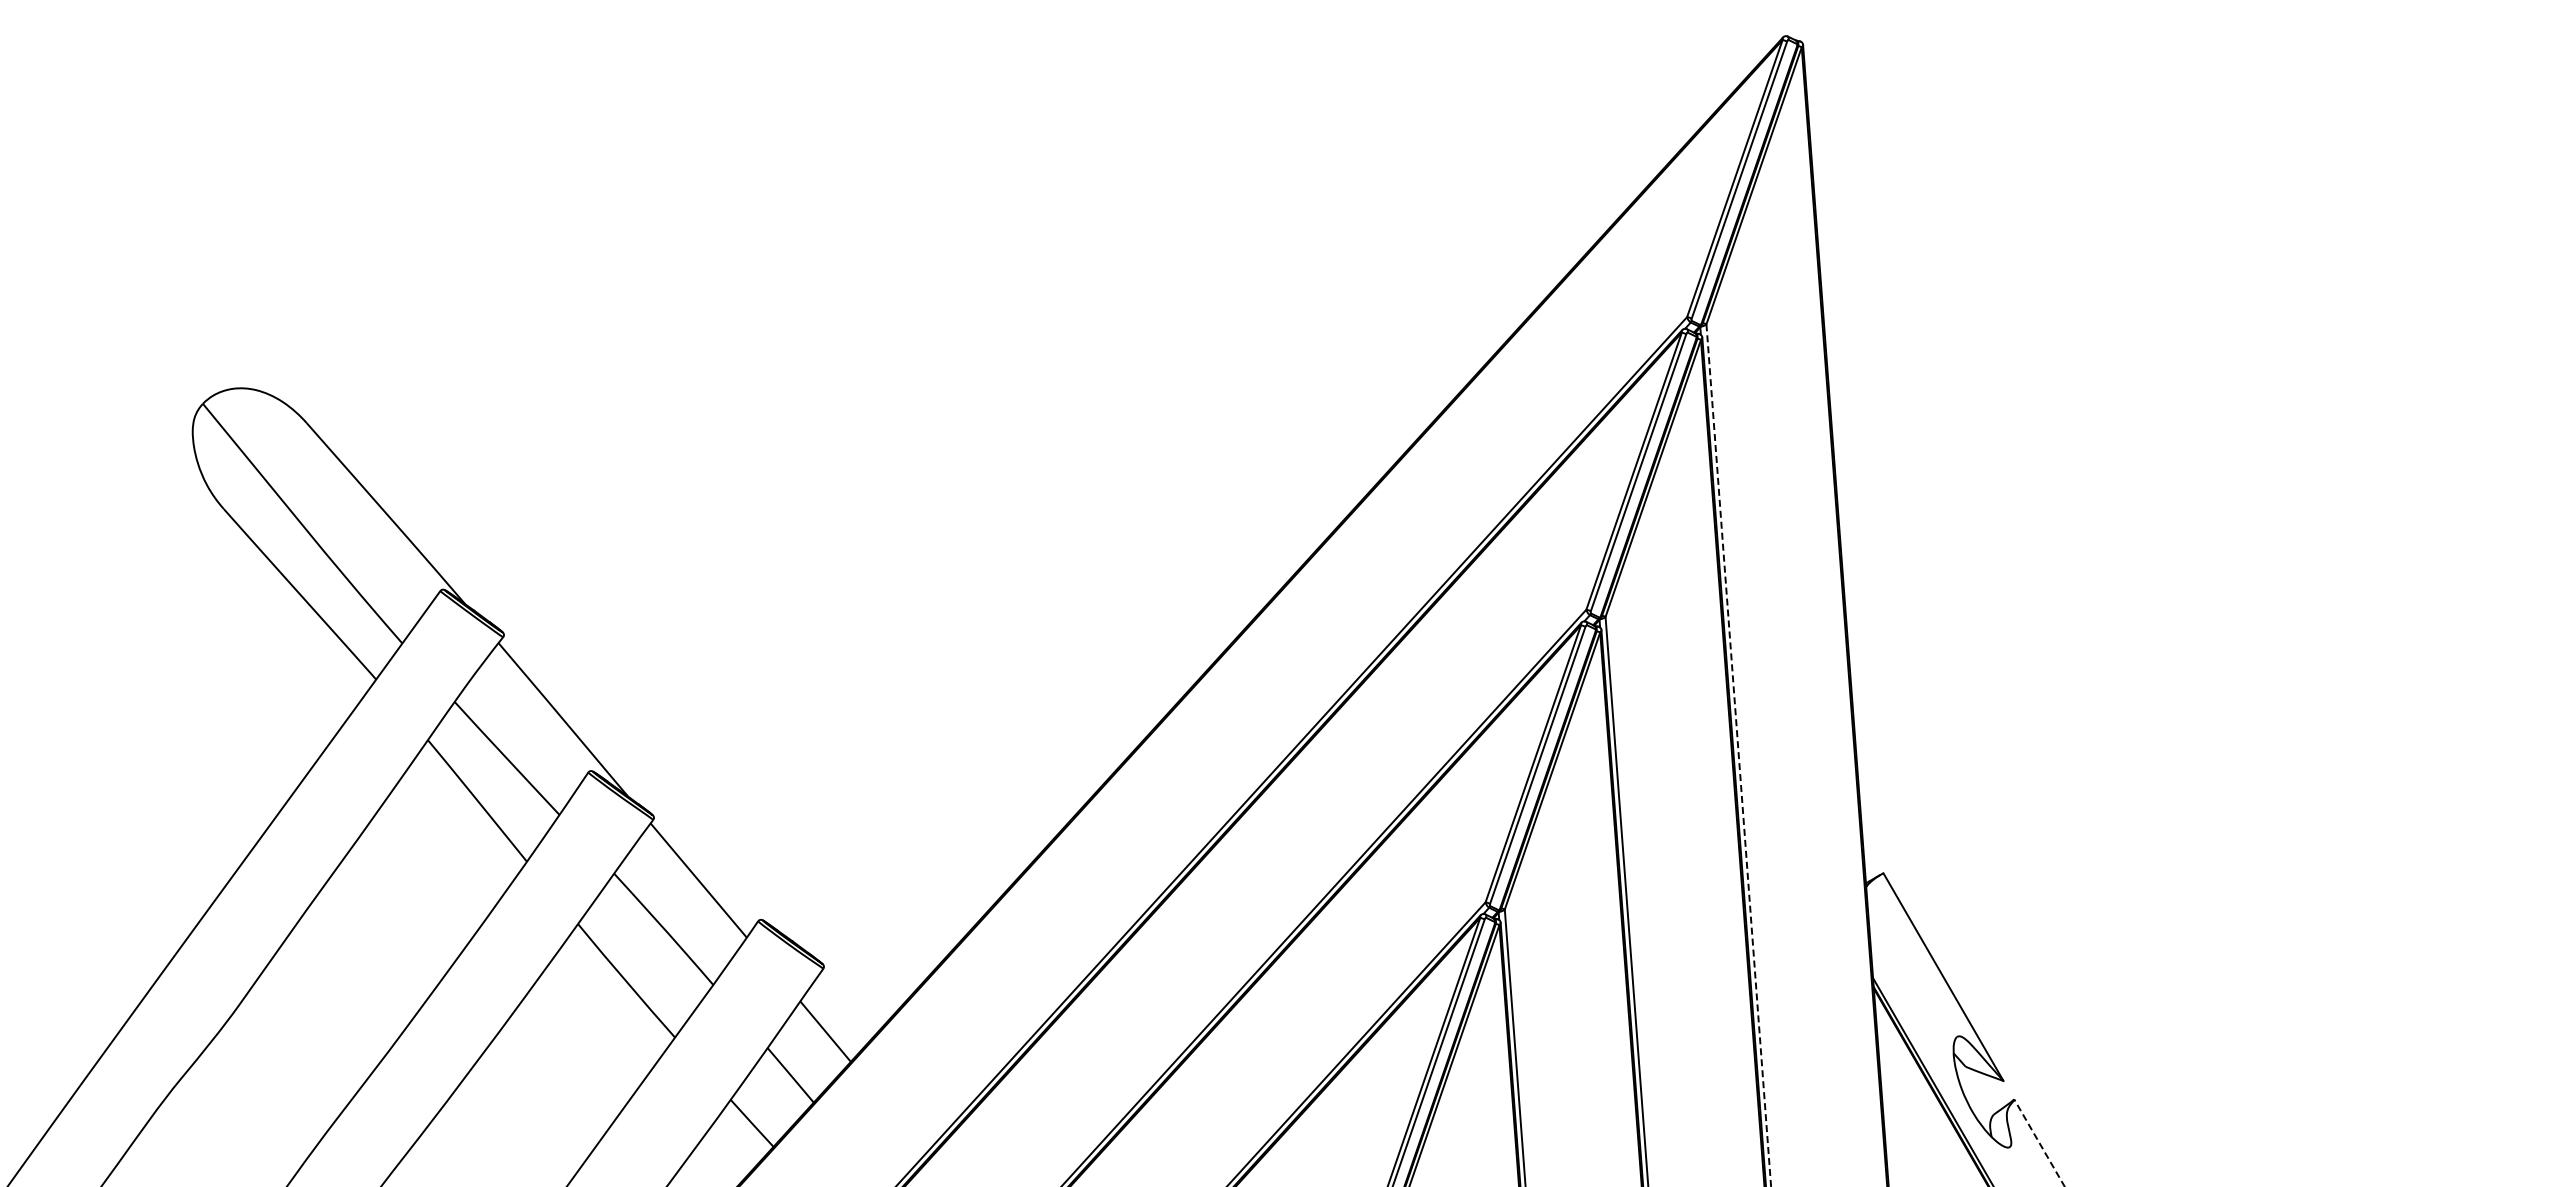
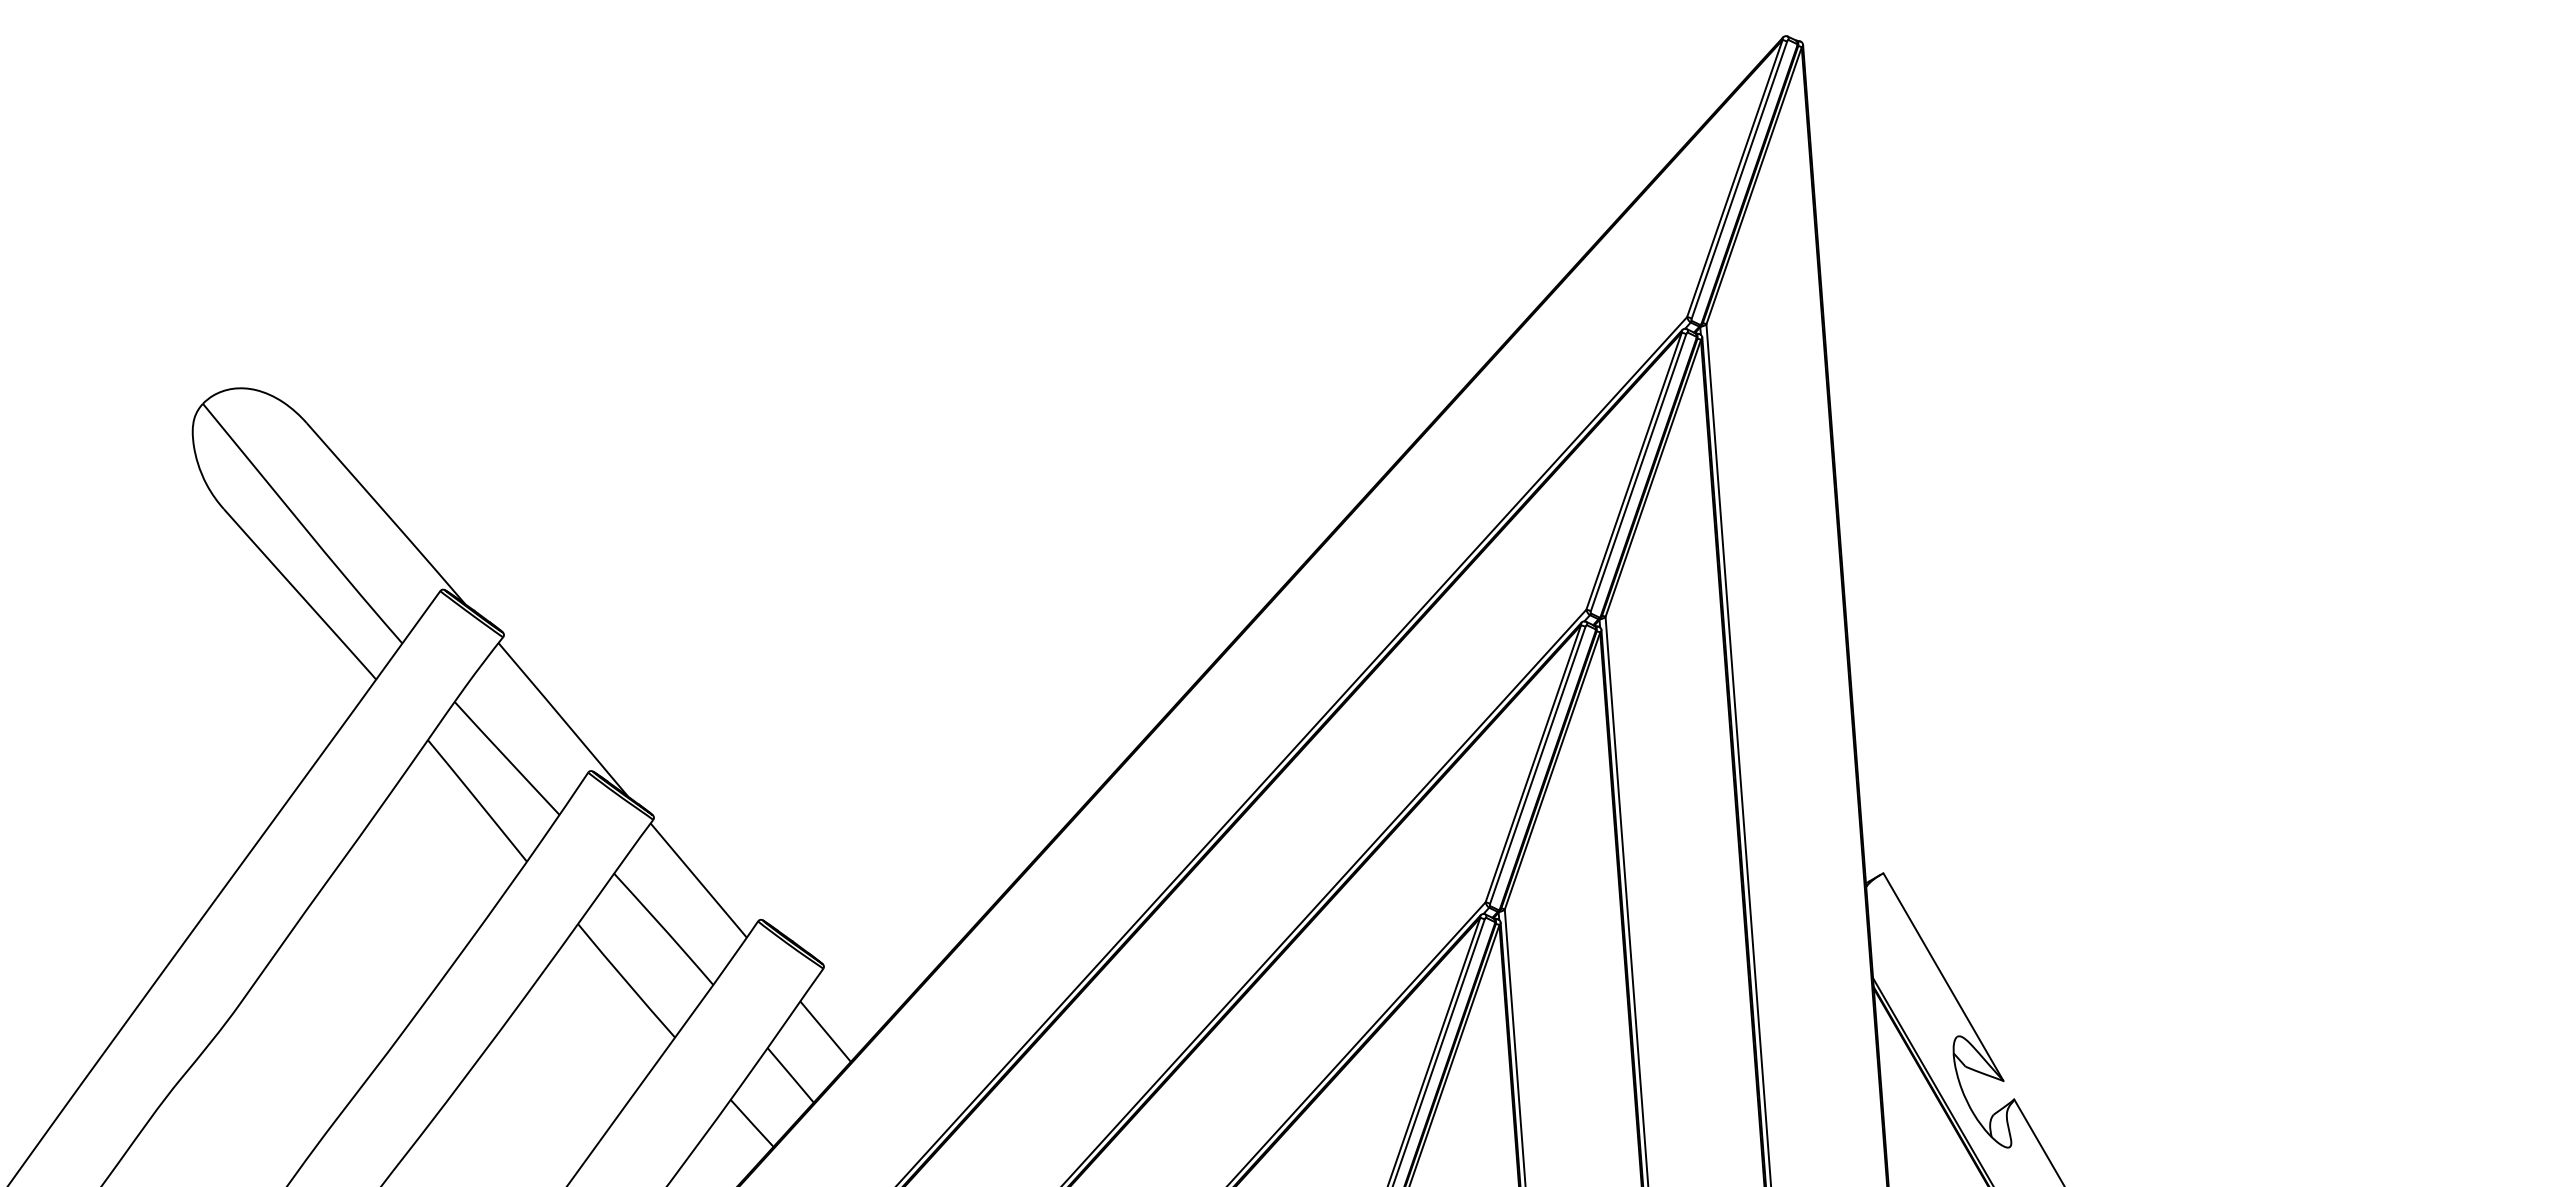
line at (1738, 756): dashed -> solid
line at (2039, 1142): dashed -> solid
